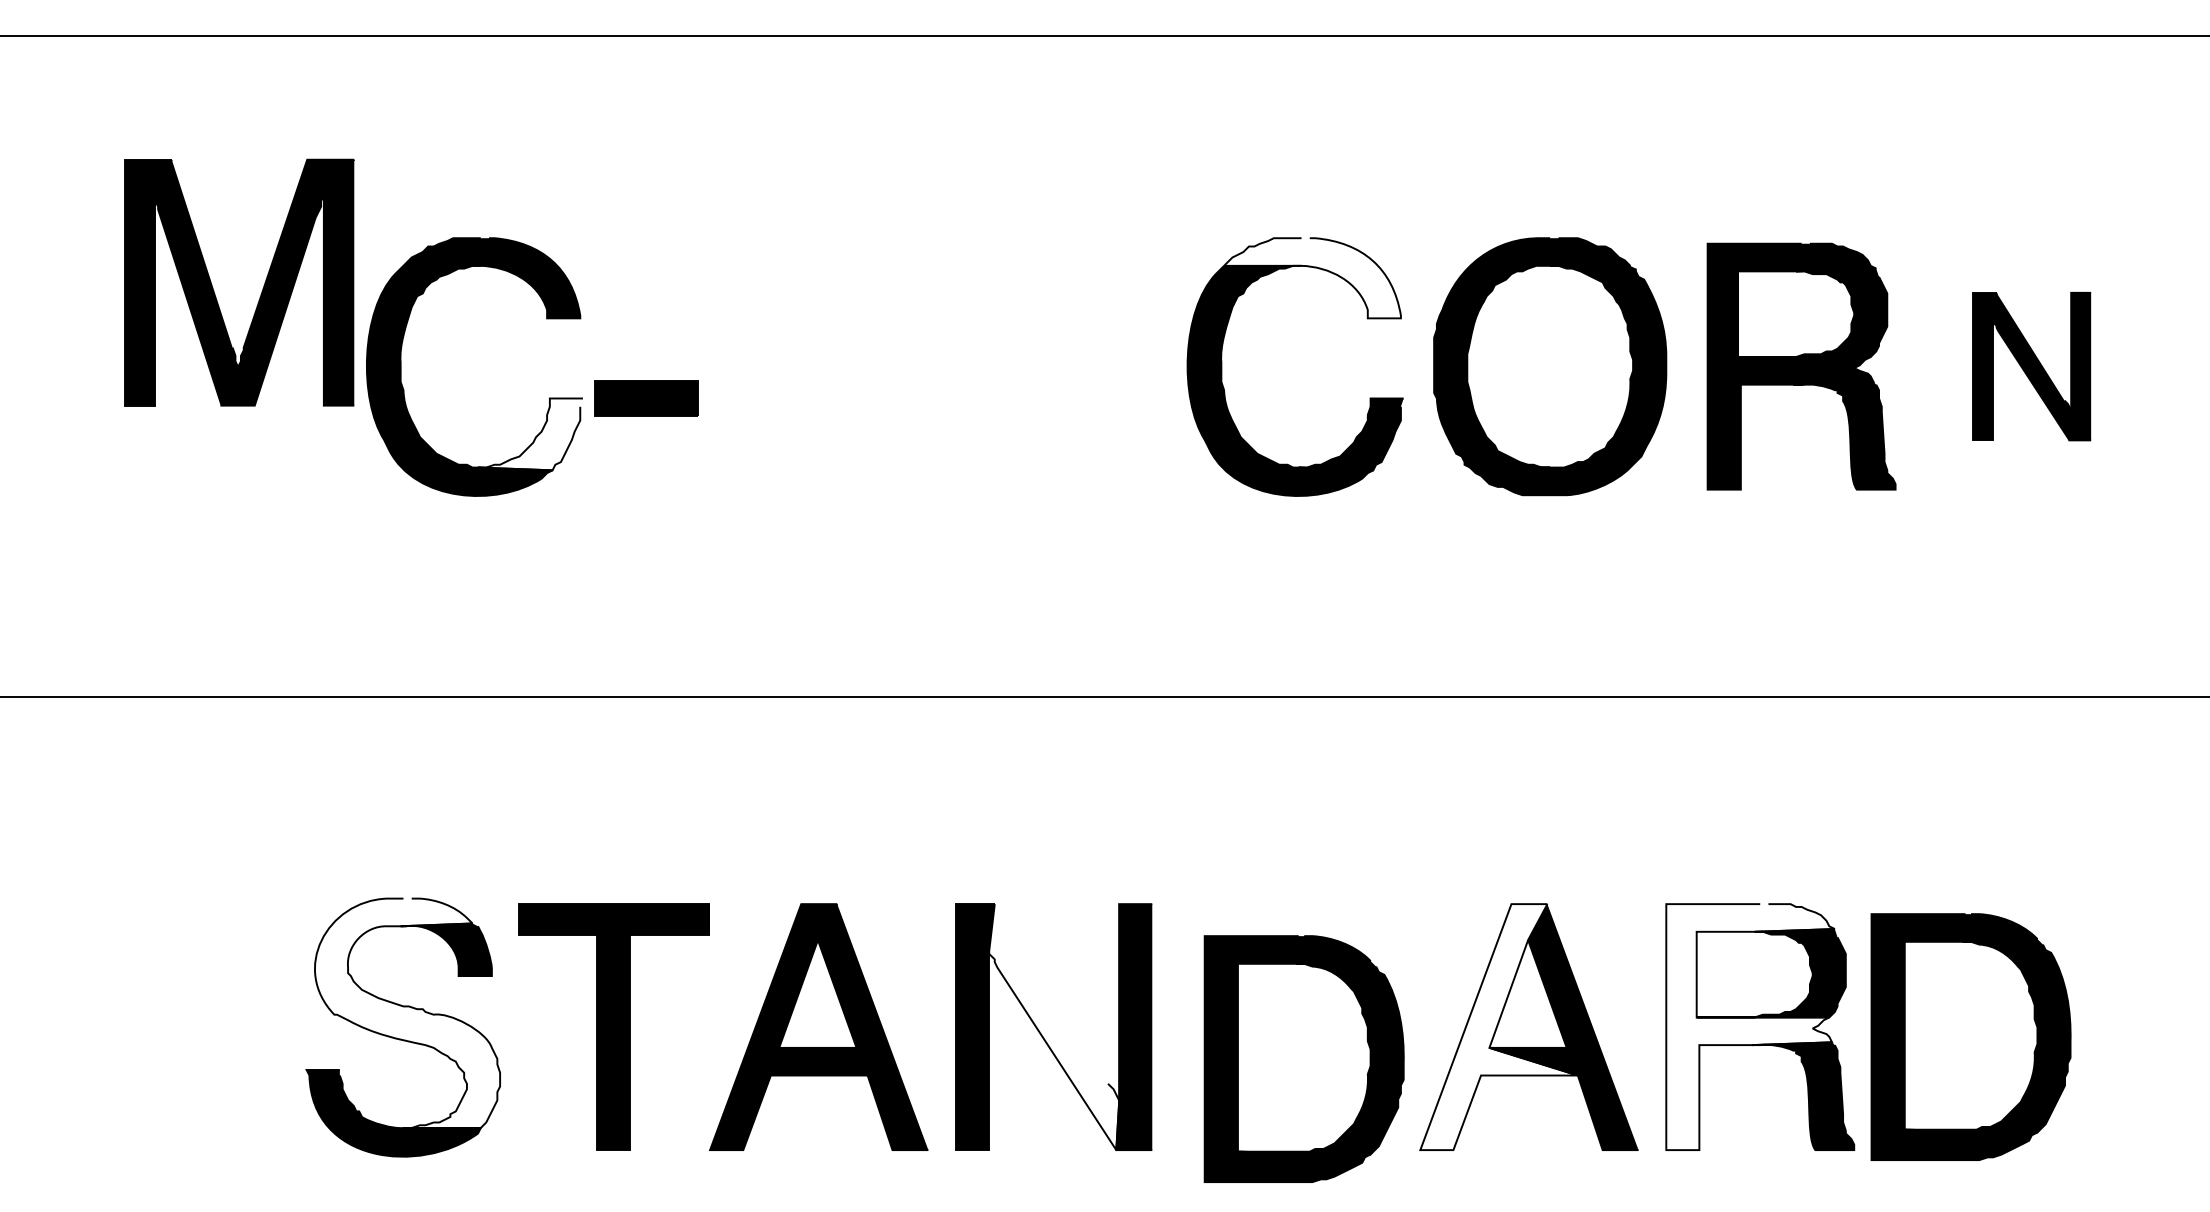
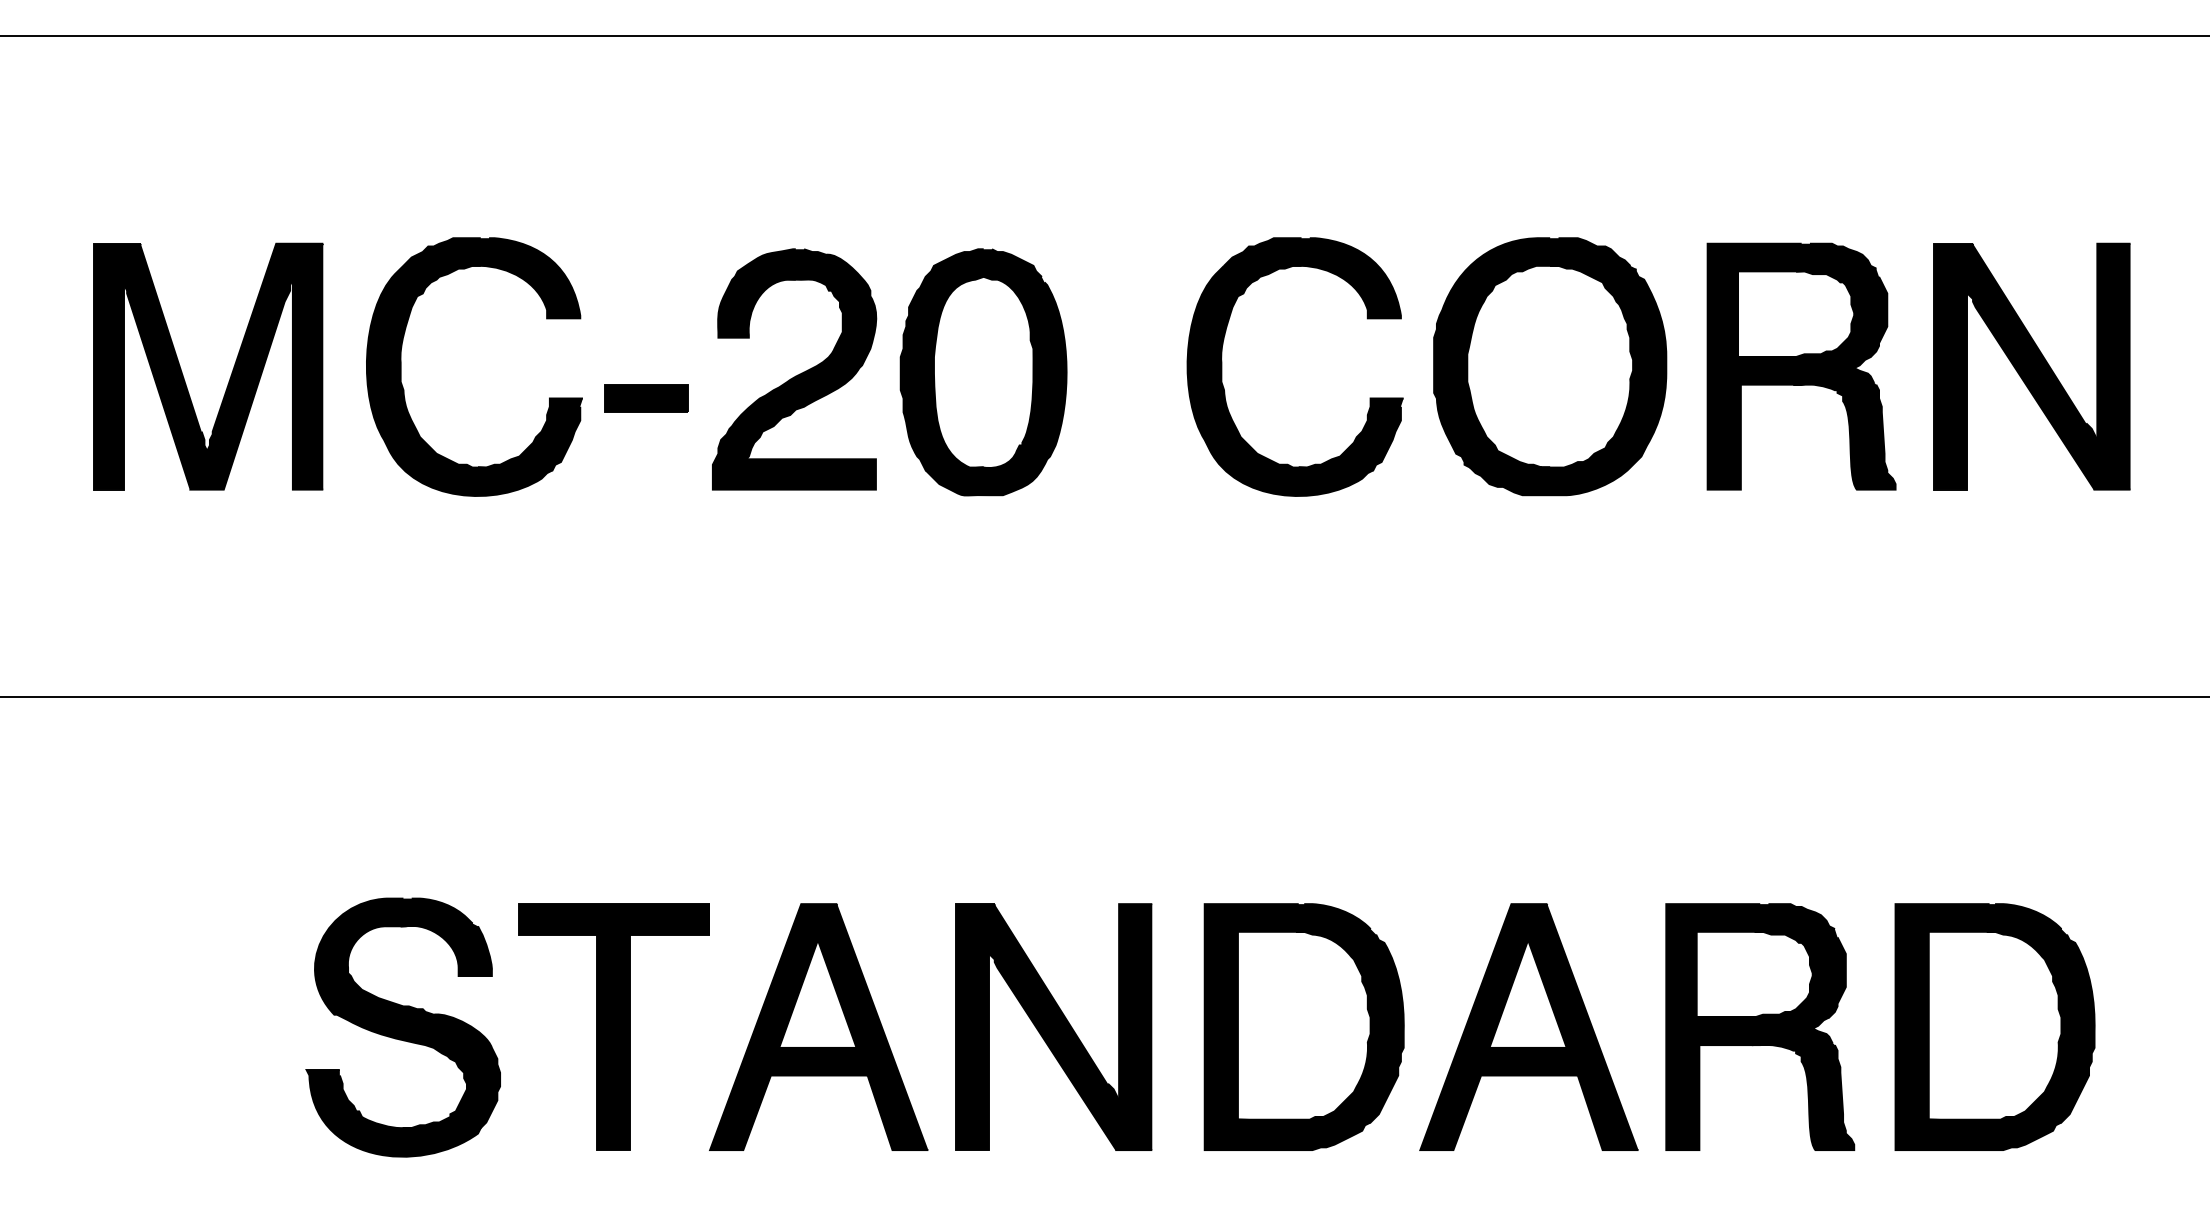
fill at (1312, 278): none -> present
part at (262, 288) position: (262, 288) -> (231, 372)
part at (2031, 366) size: 120x150 px -> 198x249 px
part at (794, 369): none -> present
part at (983, 372): none -> present
part at (646, 398) size: 105x37 px -> 85x29 px
fill at (530, 434): none -> present
fill at (407, 1013): none -> present
fill at (1054, 1027): none -> present
fill at (1498, 1027): none -> present
fill at (1750, 1027): none -> present
part at (1970, 1036) position: (1970, 1036) -> (1994, 1026)
part at (1303, 1058) position: (1303, 1058) -> (1303, 1026)
